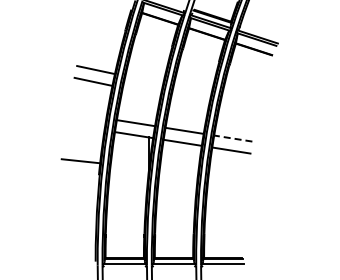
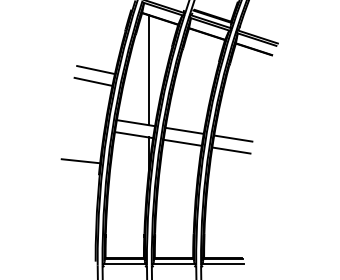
line at (148, 70): none -> present
line at (232, 138): dashed -> solid
